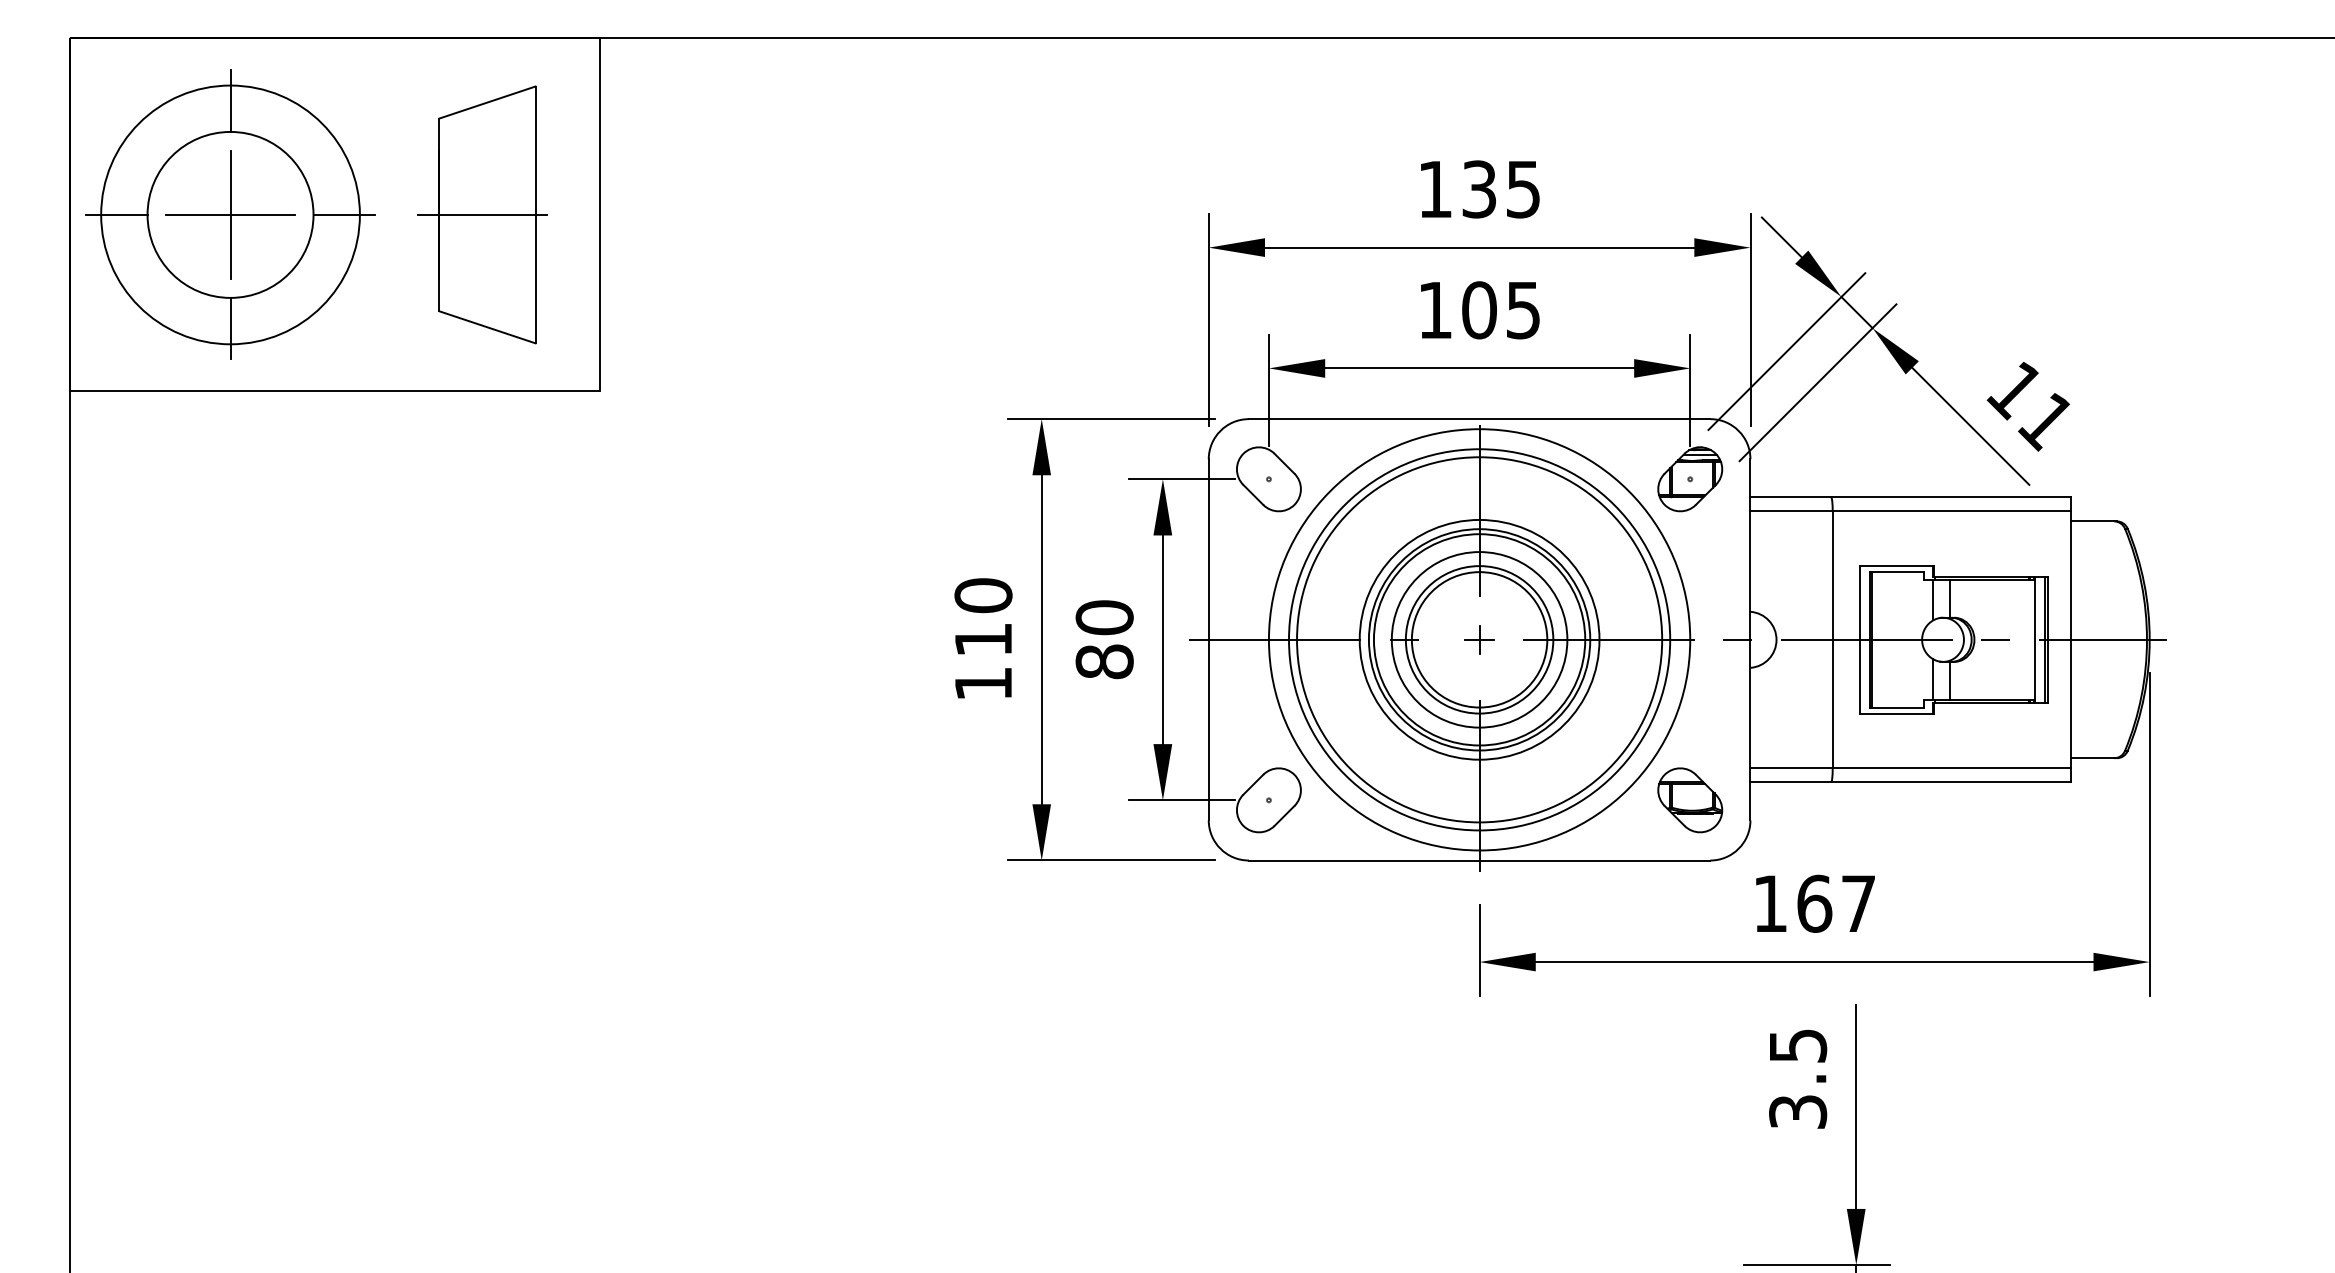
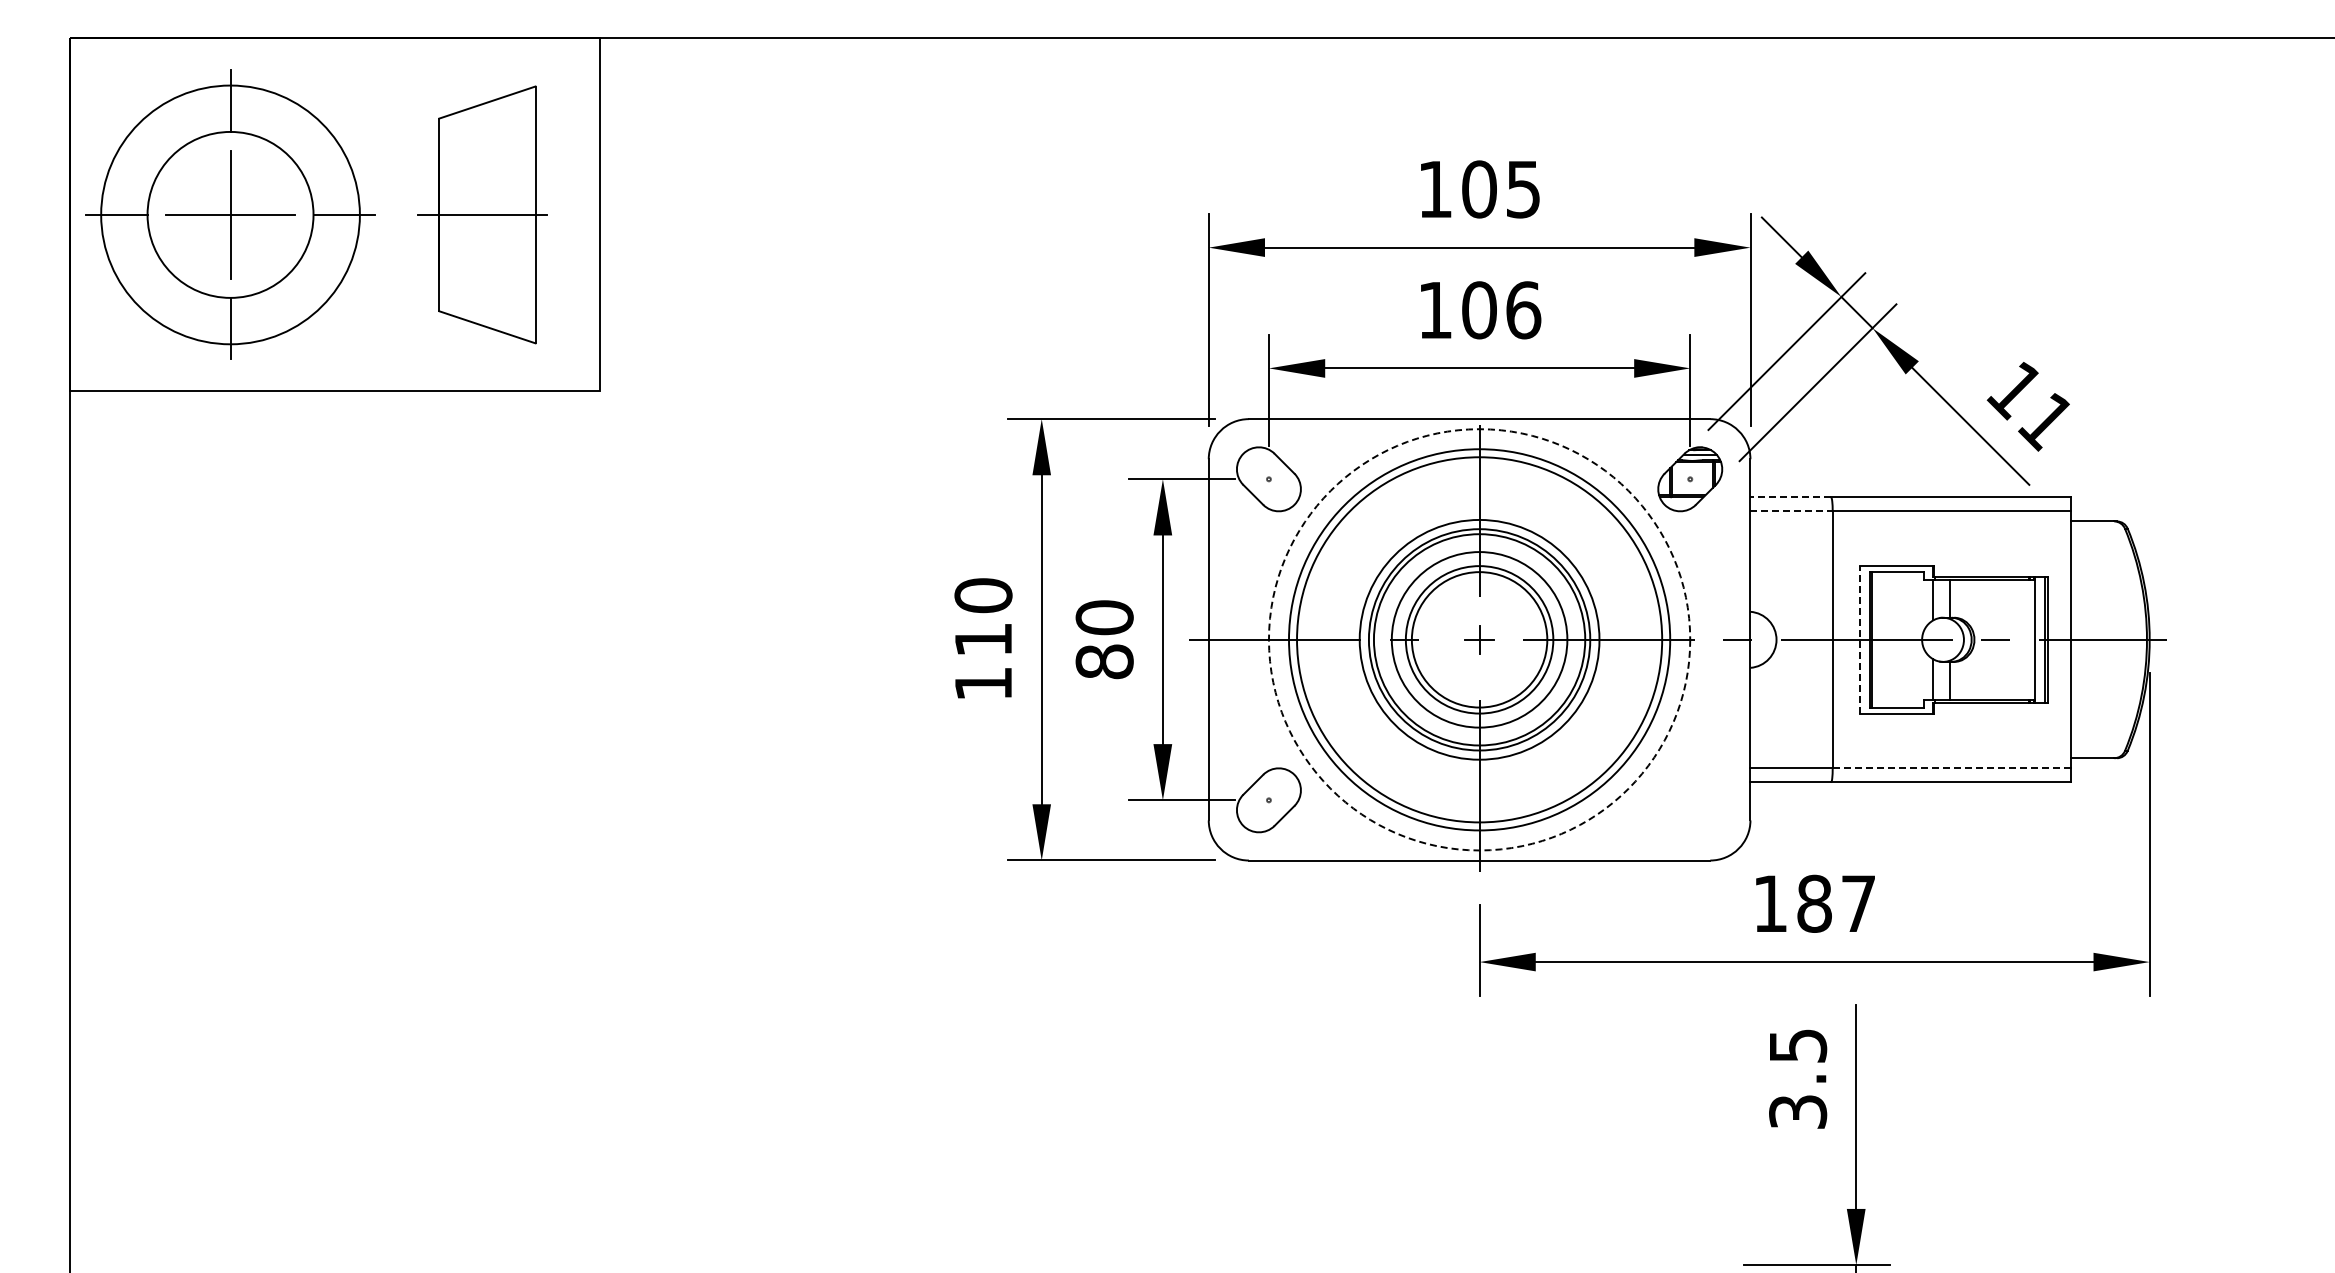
text at (1479, 189): 135 -> 105
text at (1523, 310): 105 -> 106
line at (1790, 497): solid -> dashed
line at (1792, 511): solid -> dashed
circle at (1479, 639): solid -> dashed
line at (1859, 639): solid -> dashed
line at (1951, 768): solid -> dashed
part at (1690, 800): present -> none
text at (1814, 903): 167 -> 187
